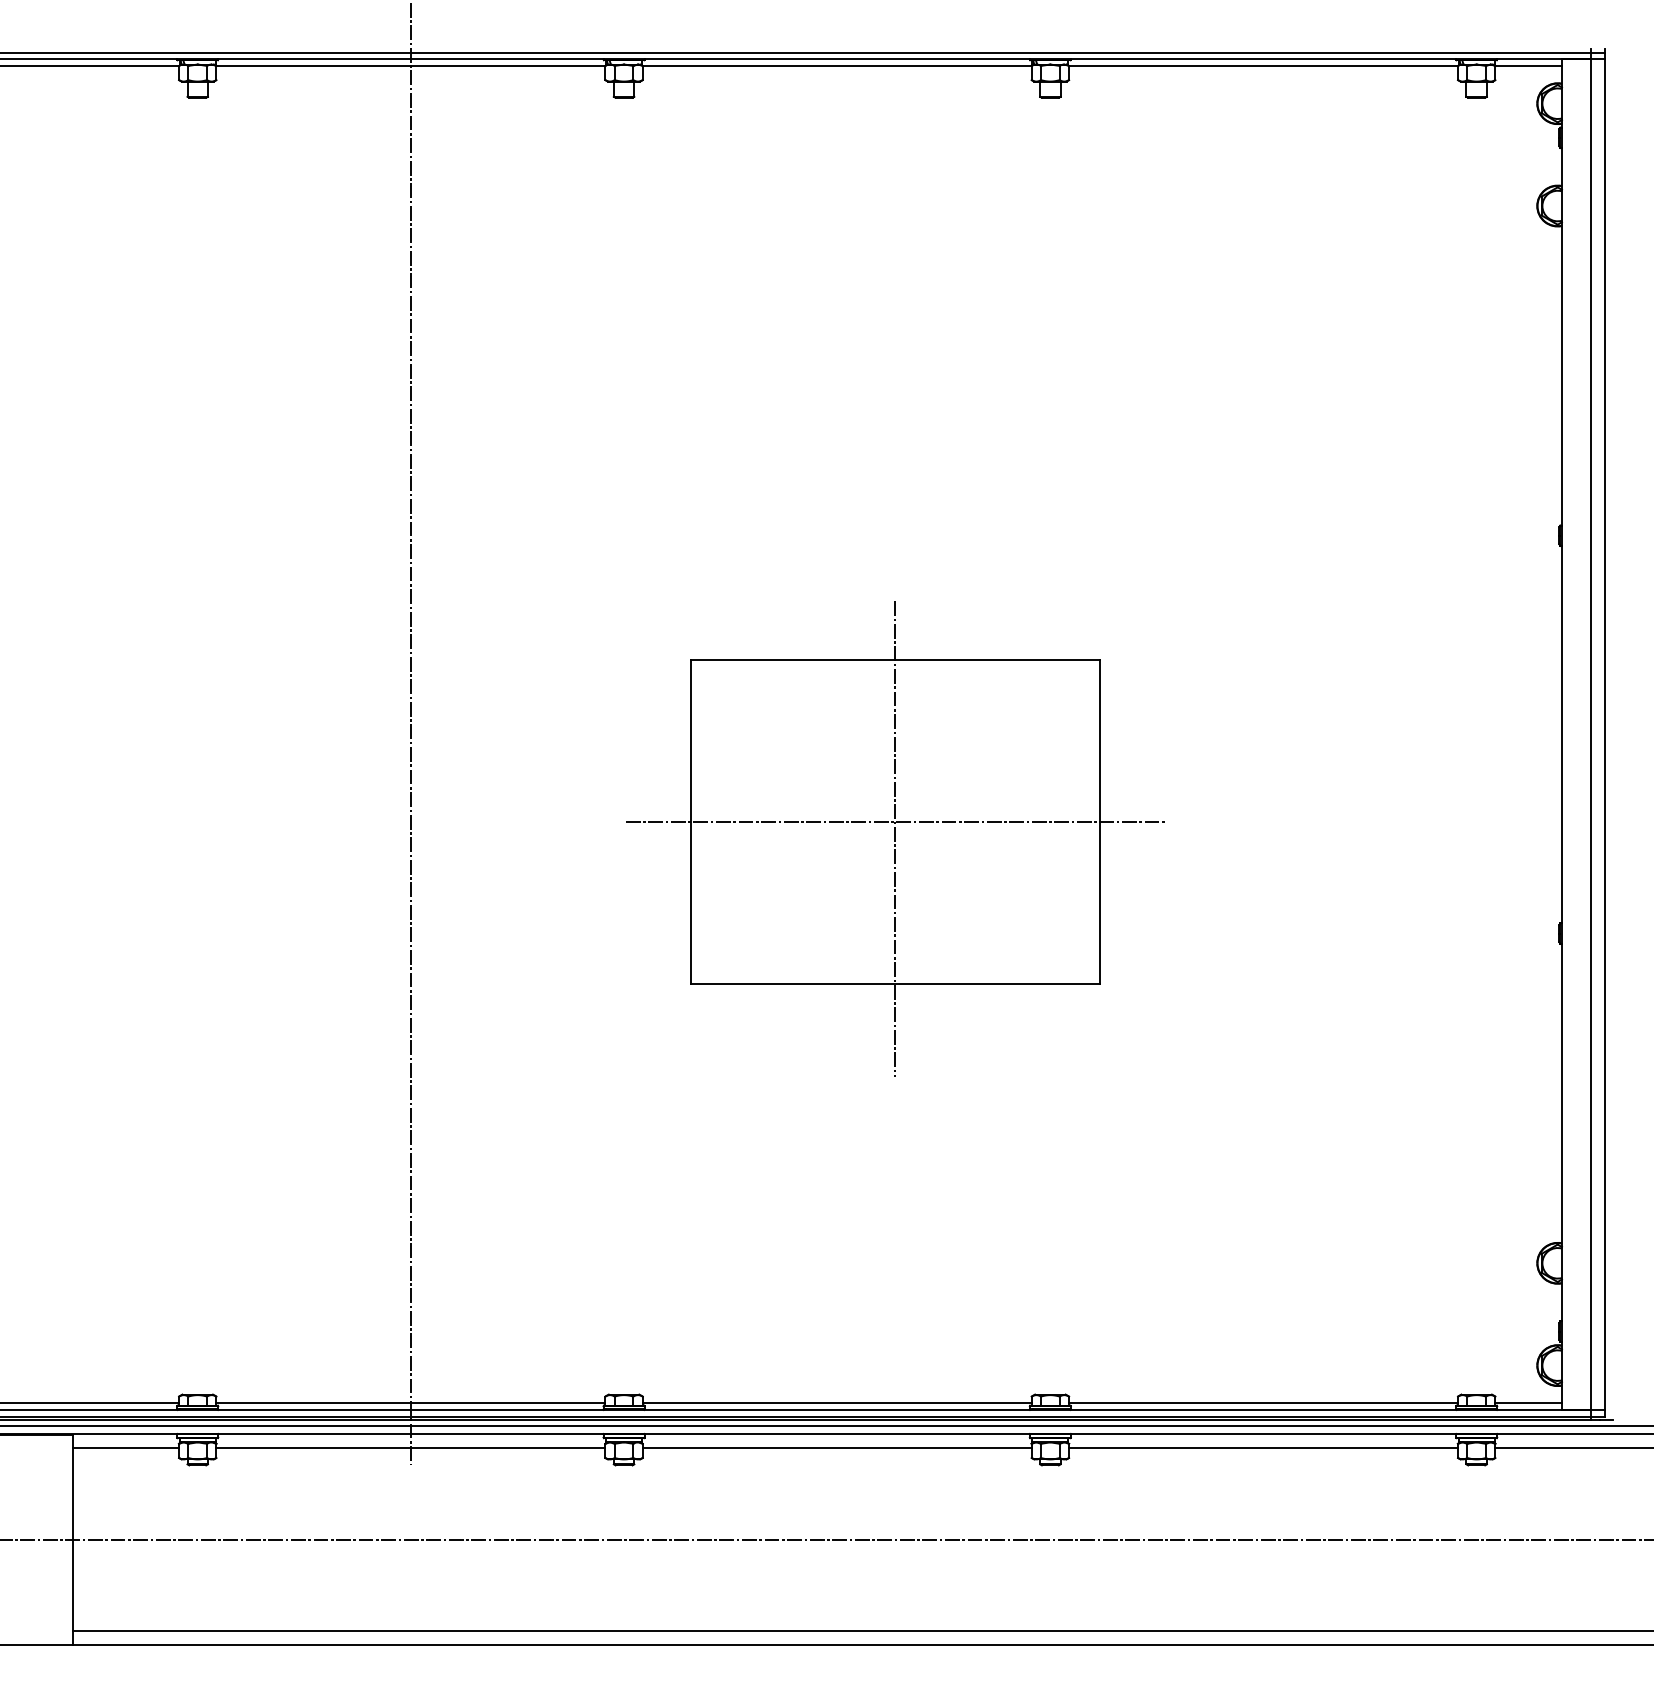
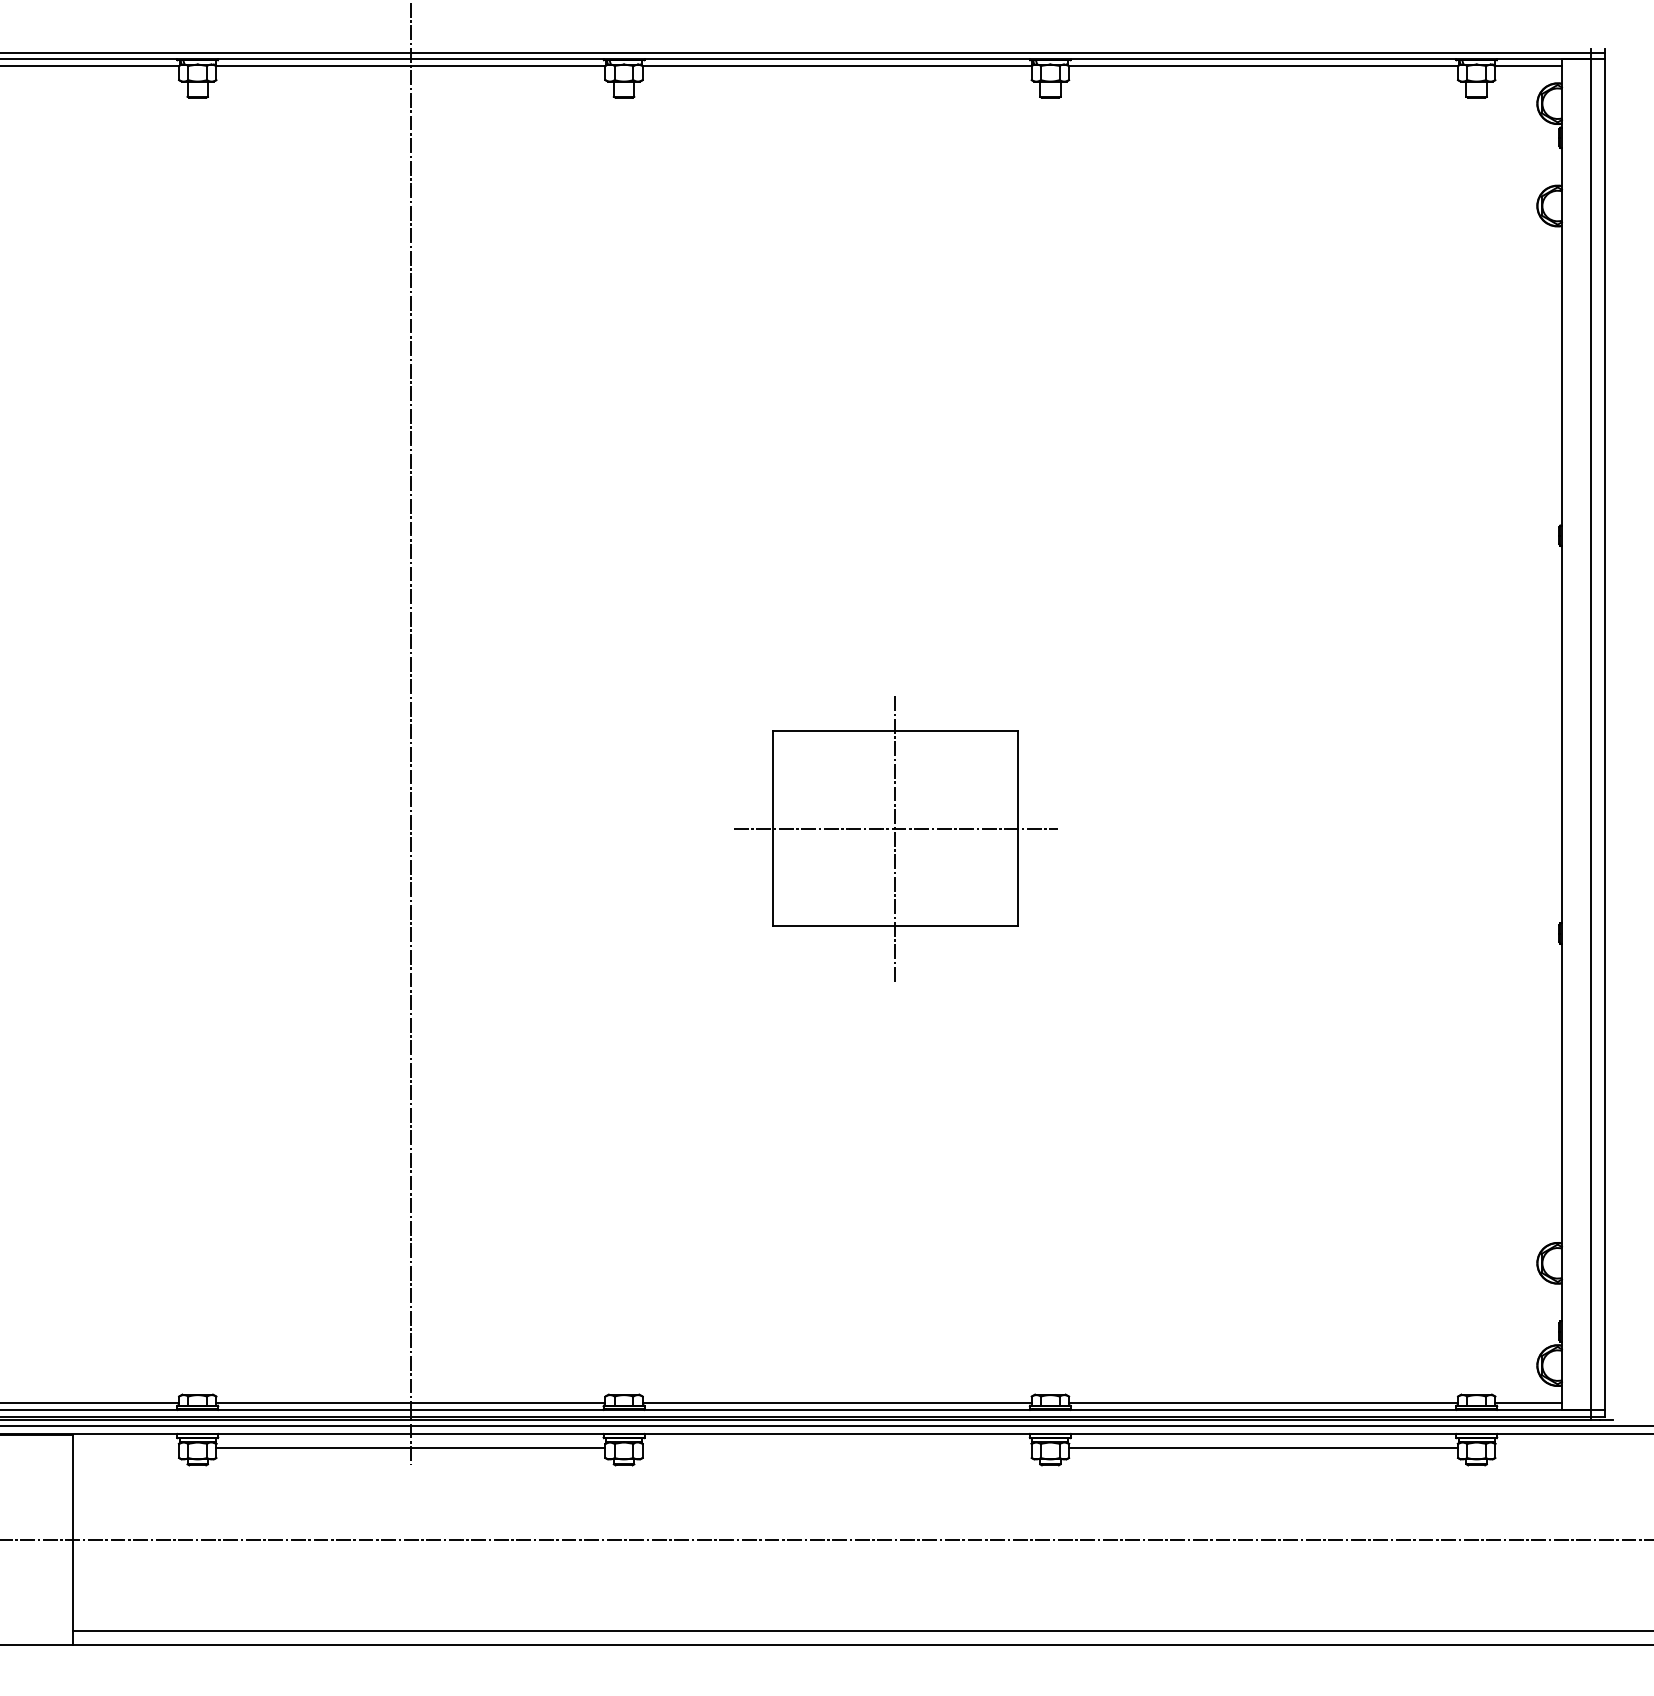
part at (895, 838) size: 539x476 px -> 324x286 px
line at (126, 1447): present -> none
line at (836, 1447): present -> none
line at (1572, 1447): present -> none
